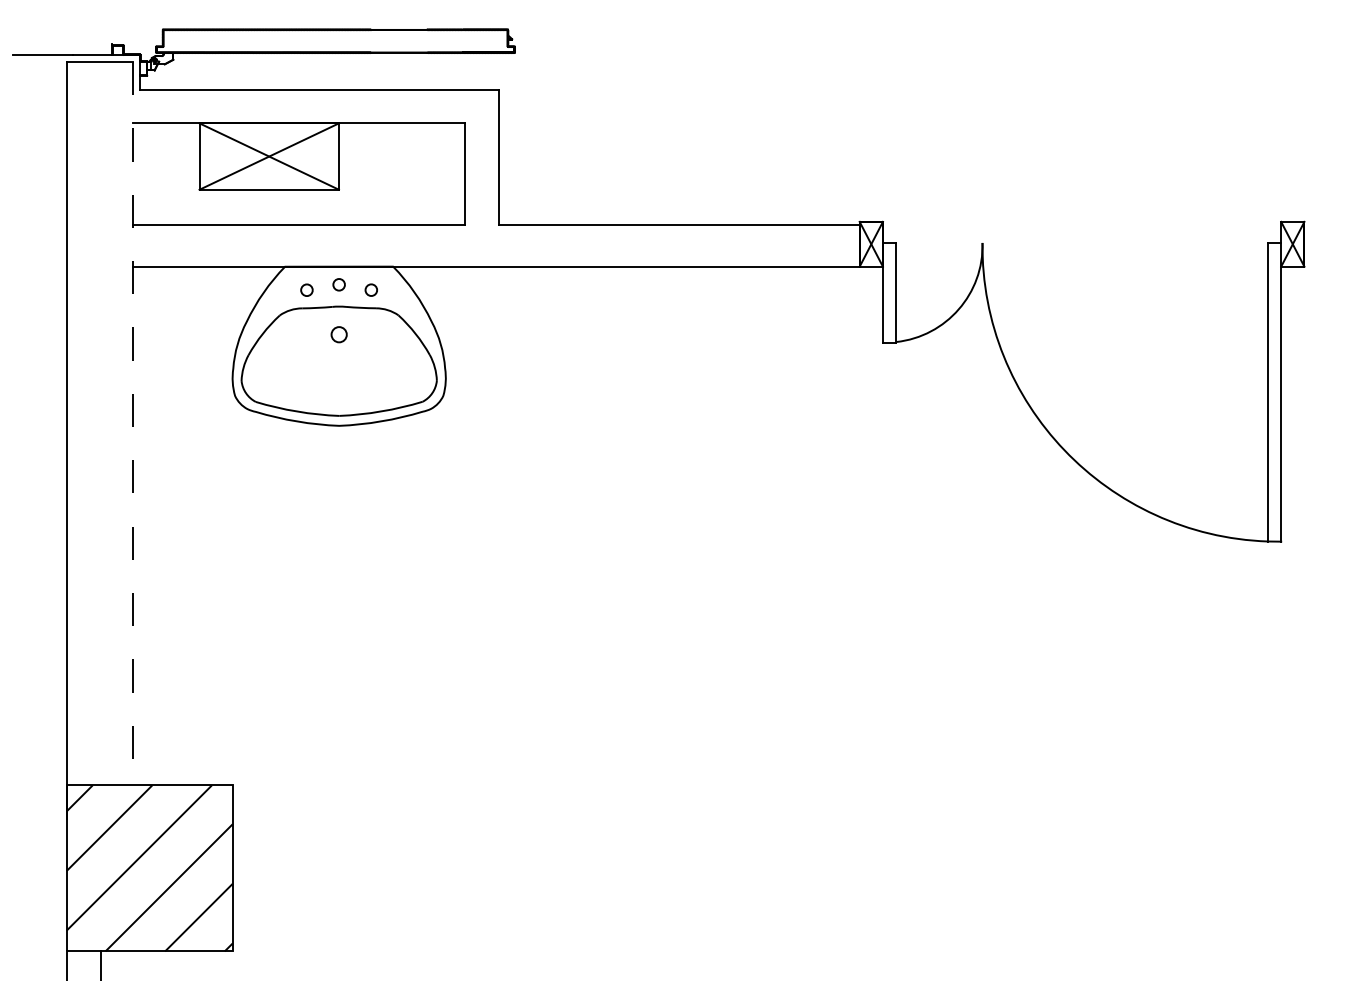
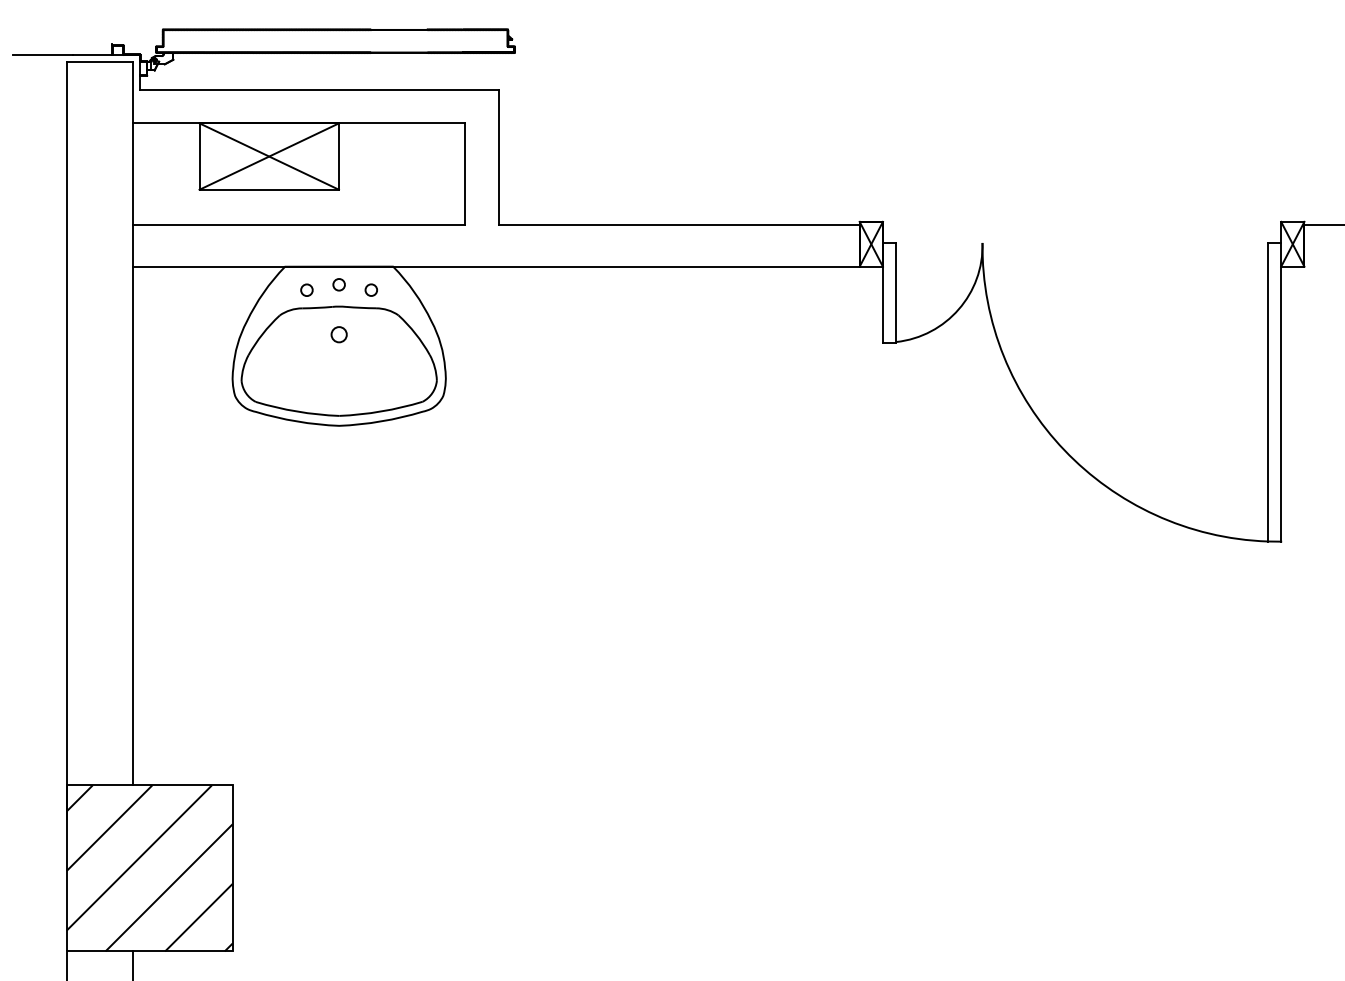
line at (1322, 224): none -> present
line at (133, 423): dashed -> solid
line at (101, 964) position: (101, 964) -> (133, 964)
